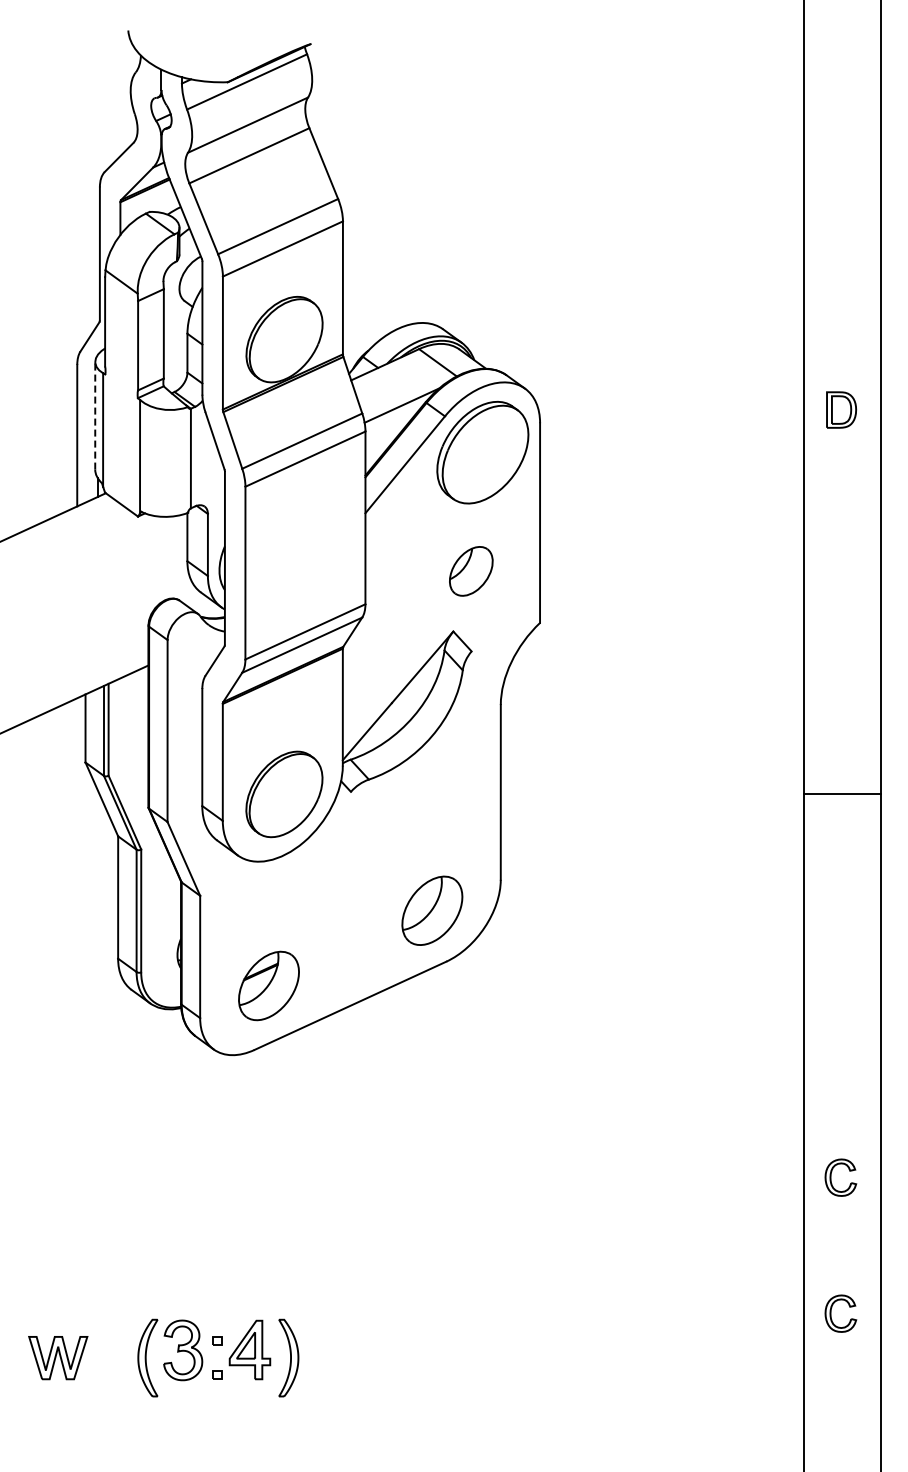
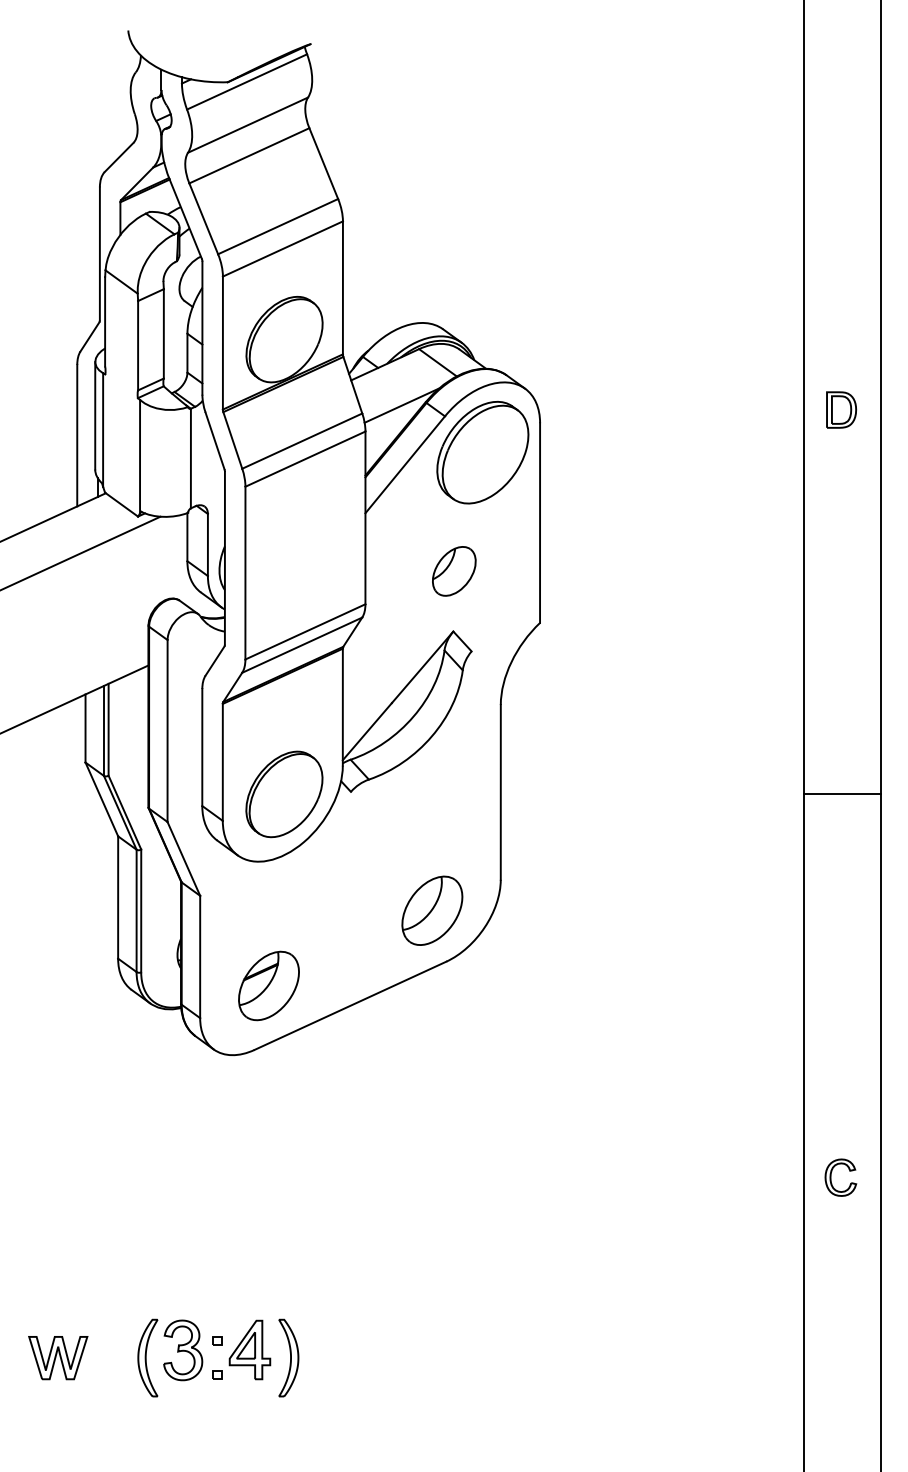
line at (95, 415): dashed -> solid
line at (81, 552): none -> present
part at (471, 571) position: (471, 571) -> (454, 571)
part at (831, 1313): present -> none
